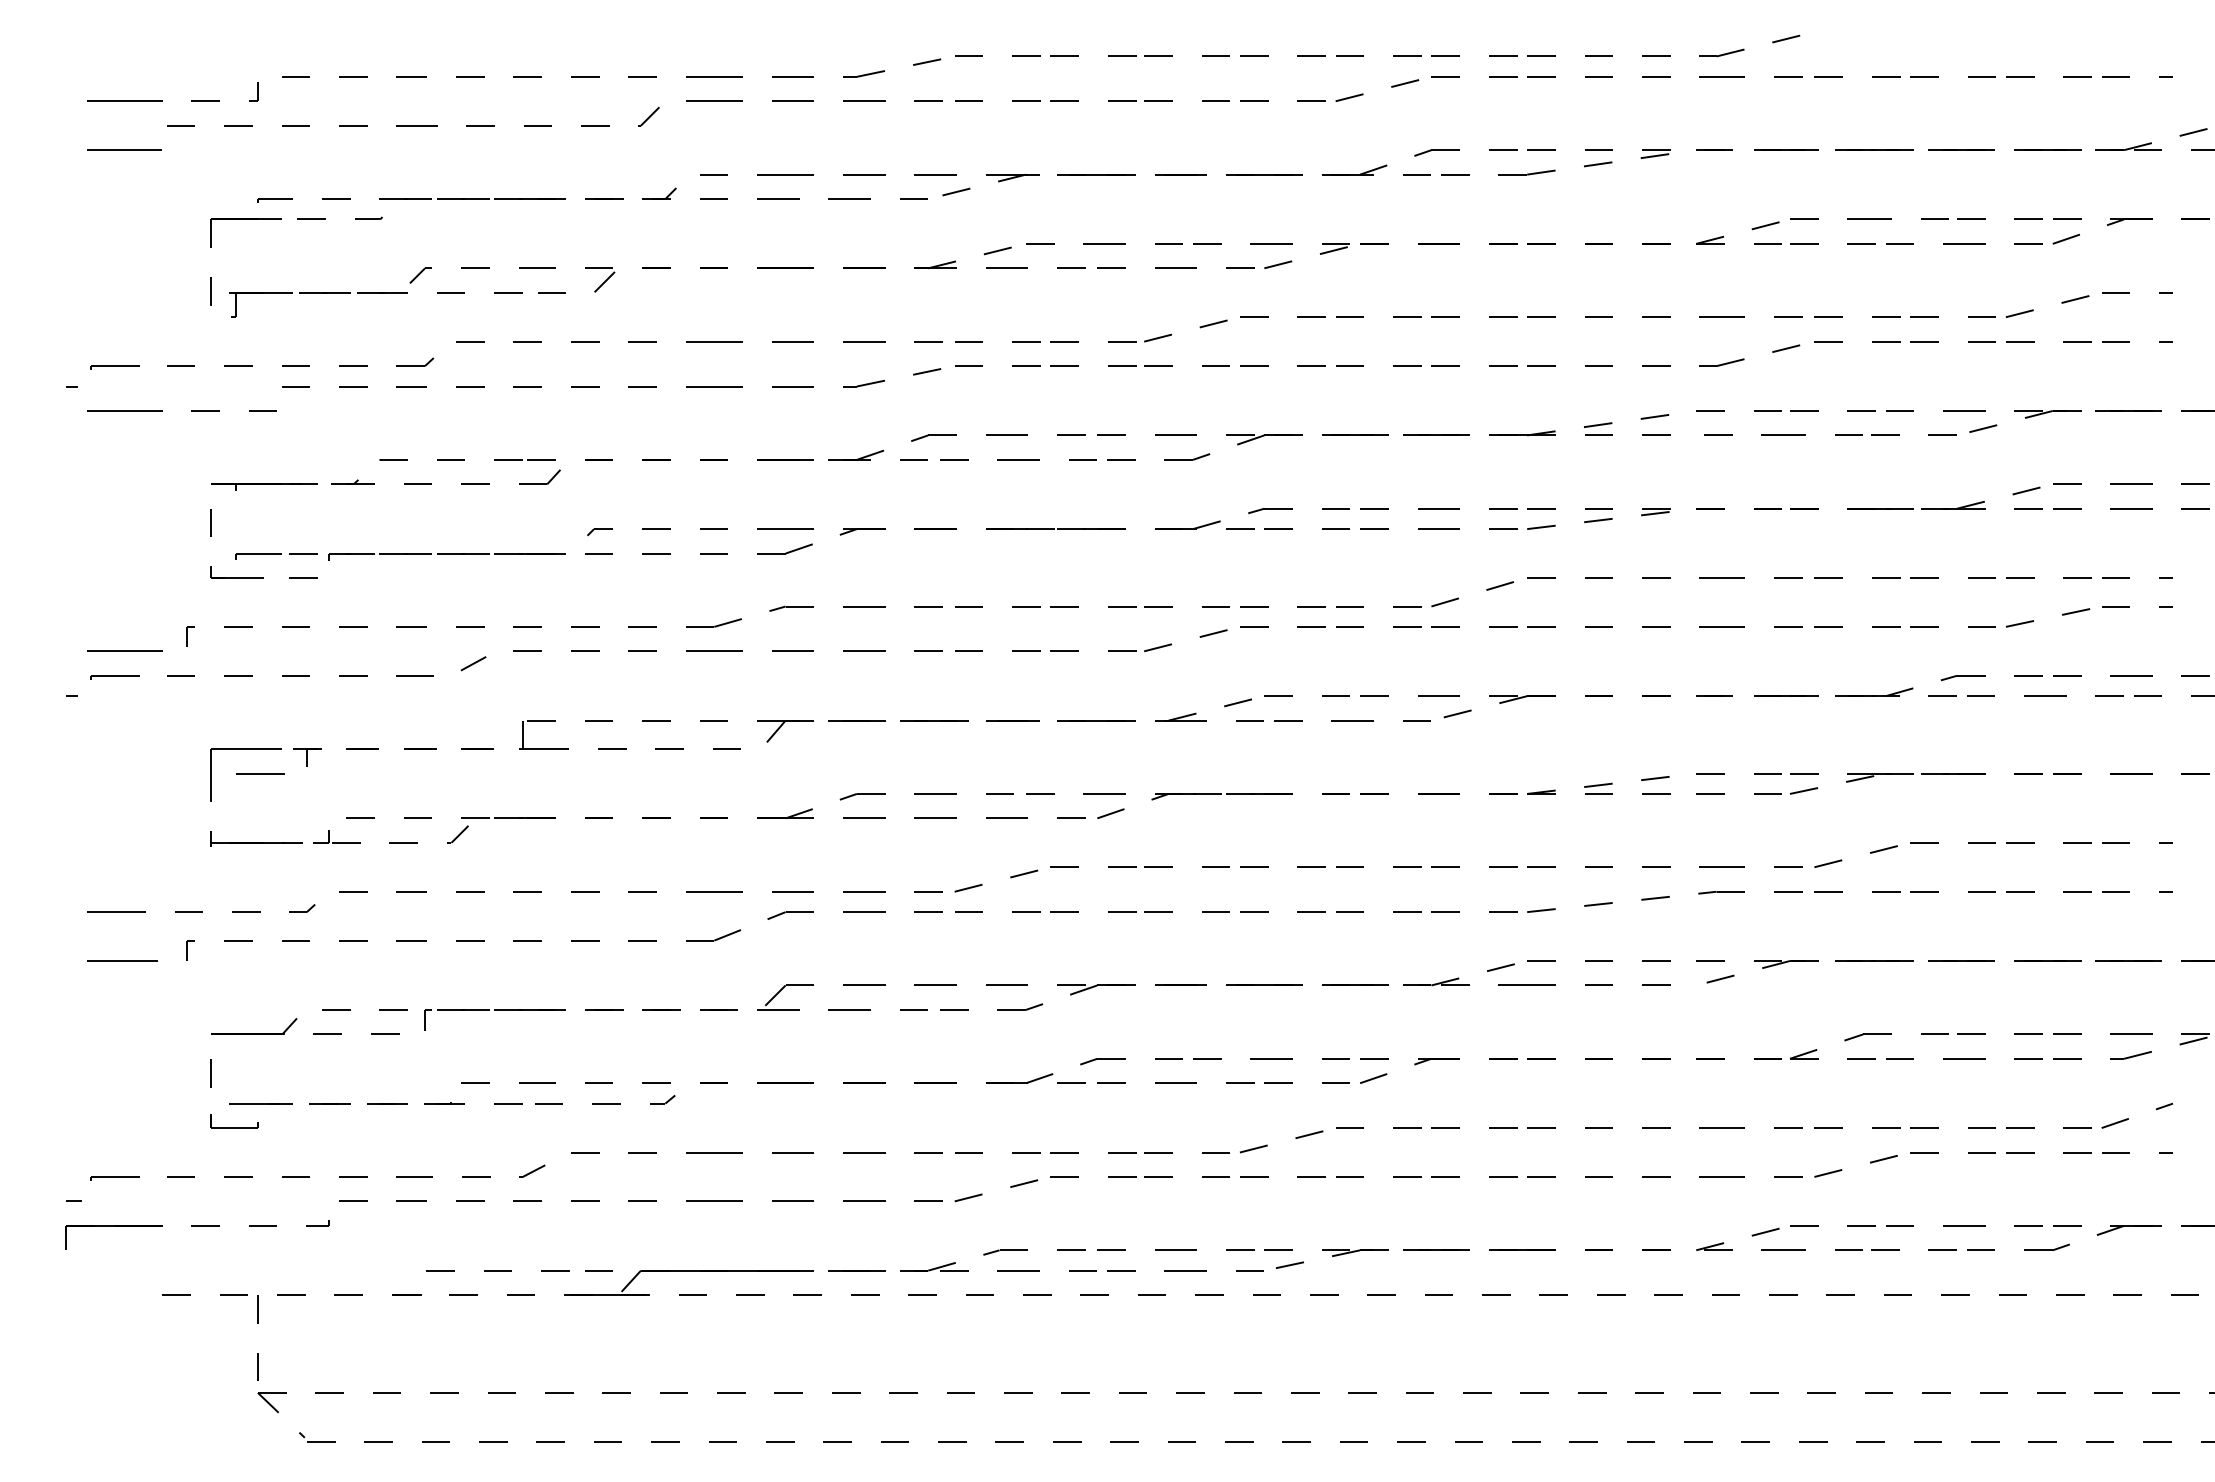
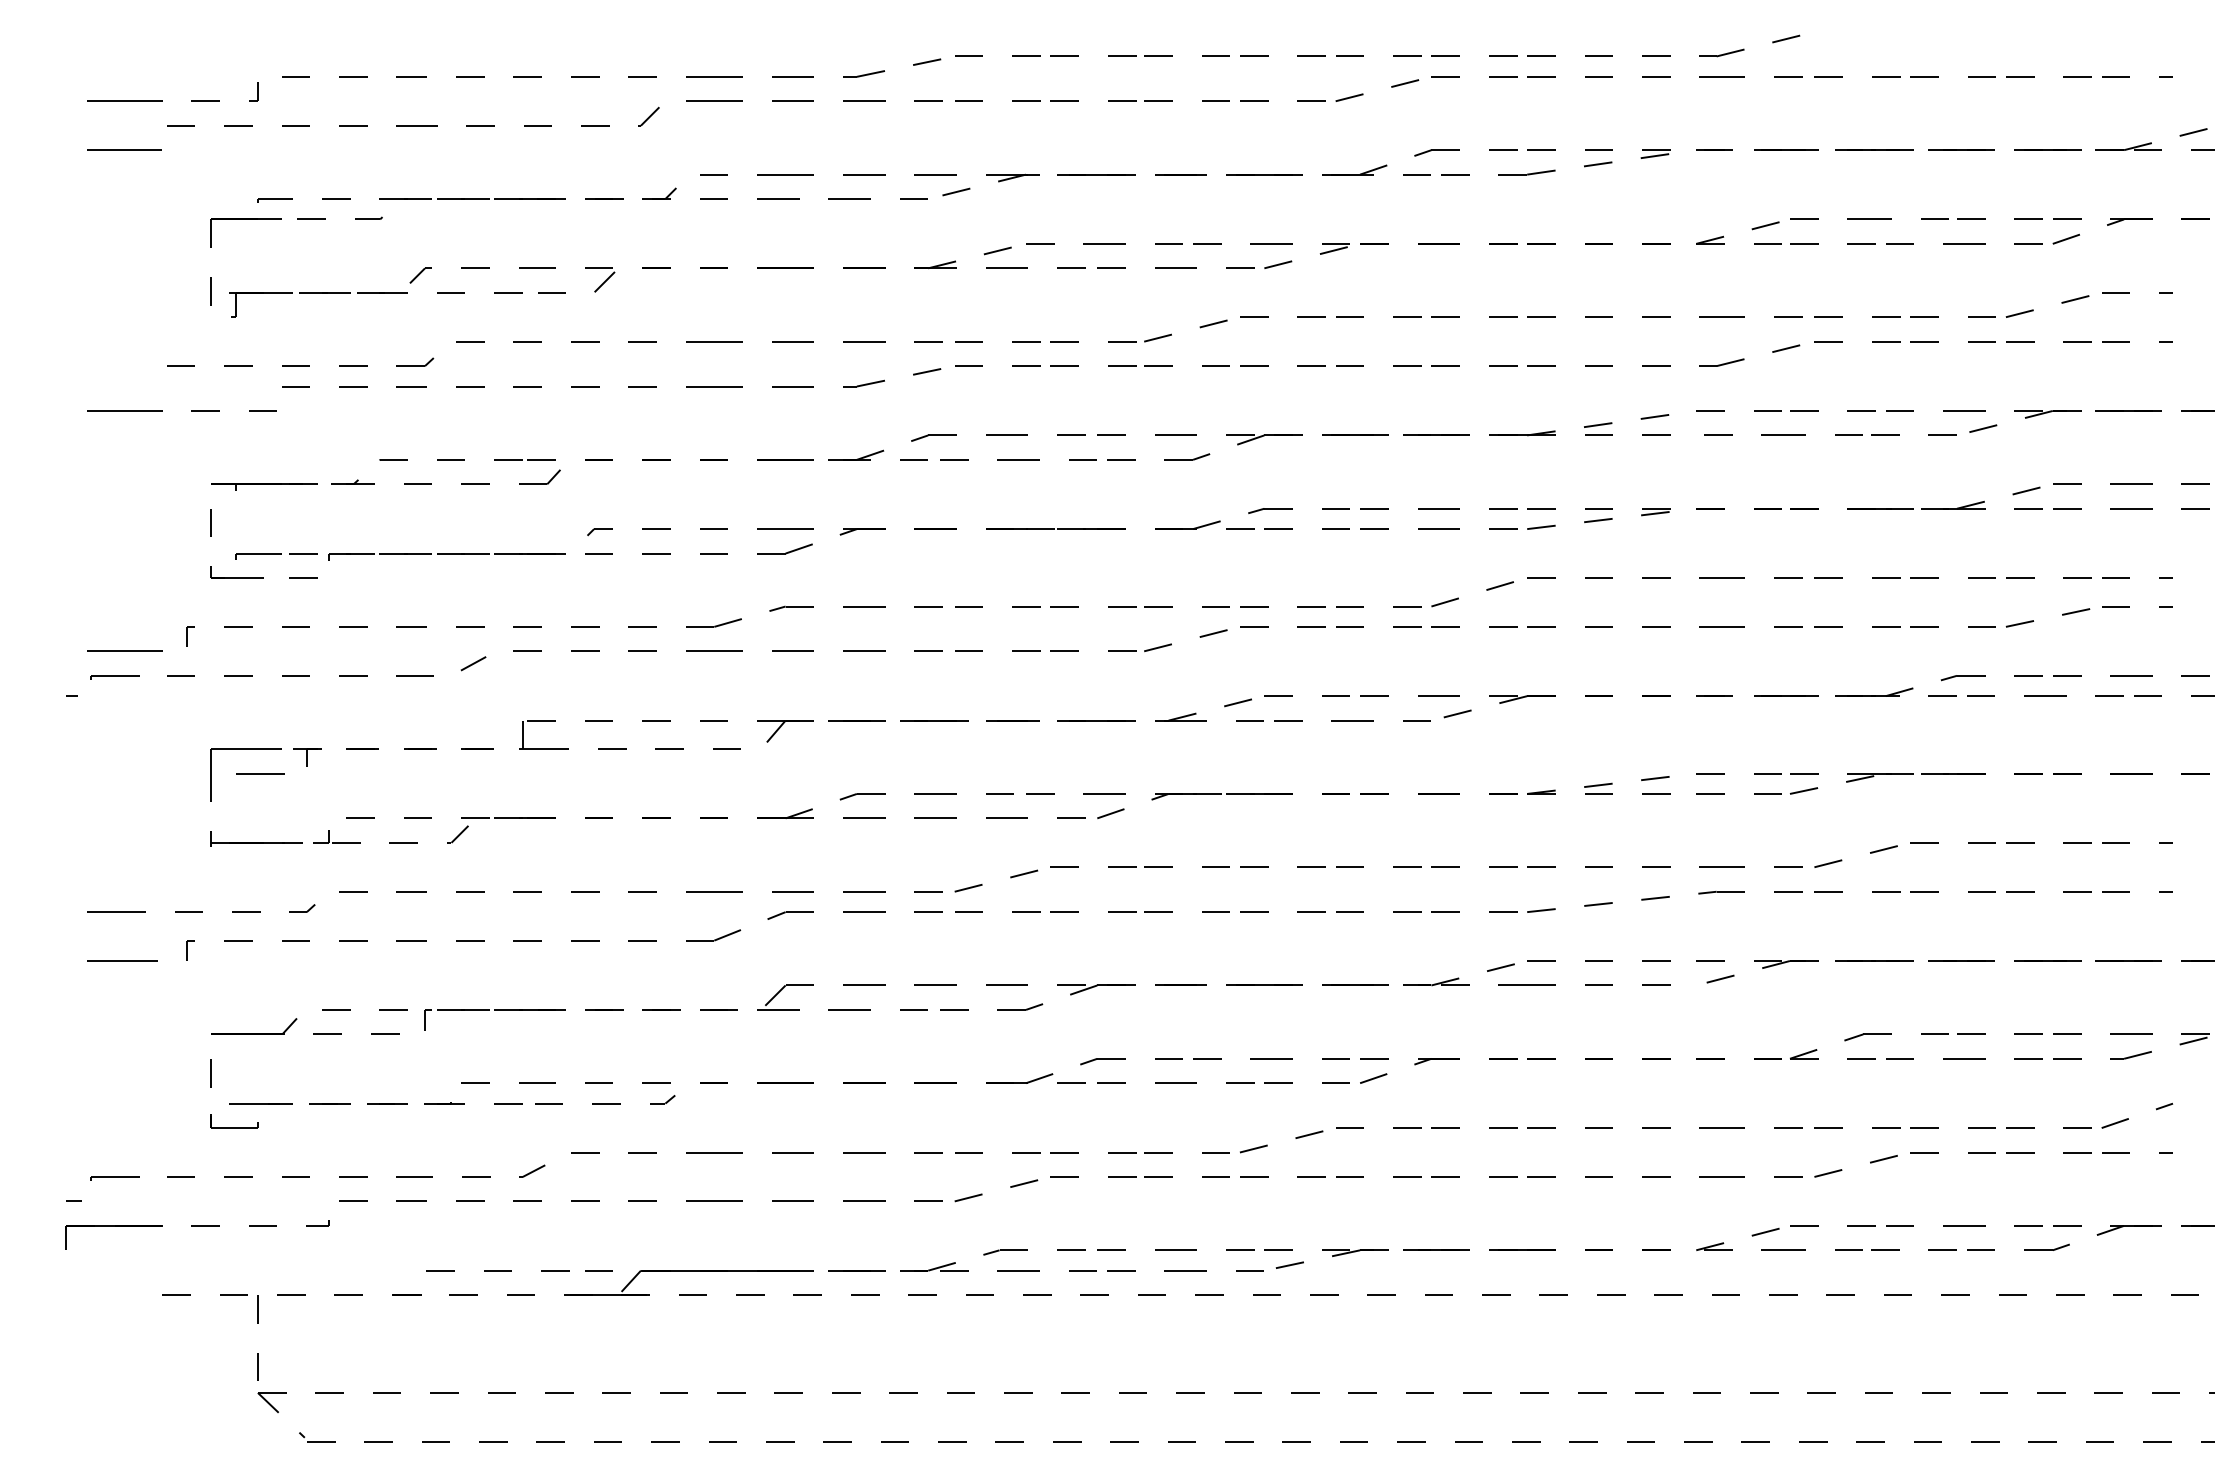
part at (102, 366): present -> none
